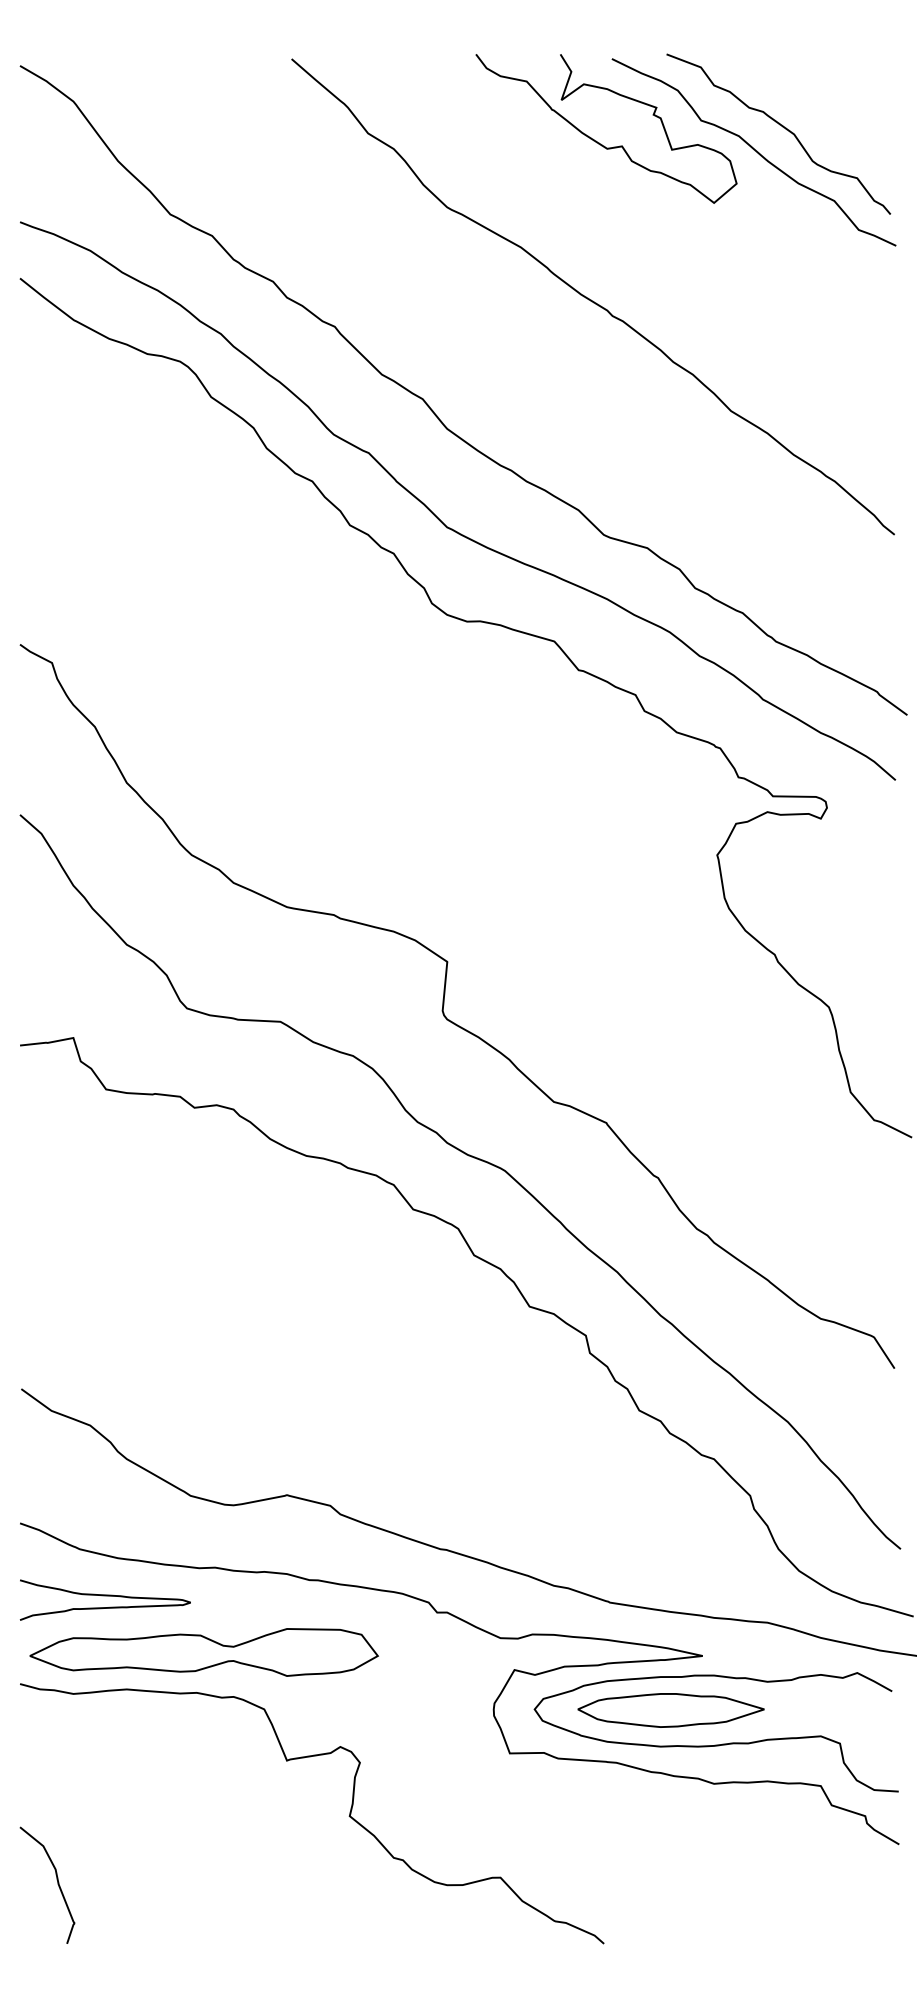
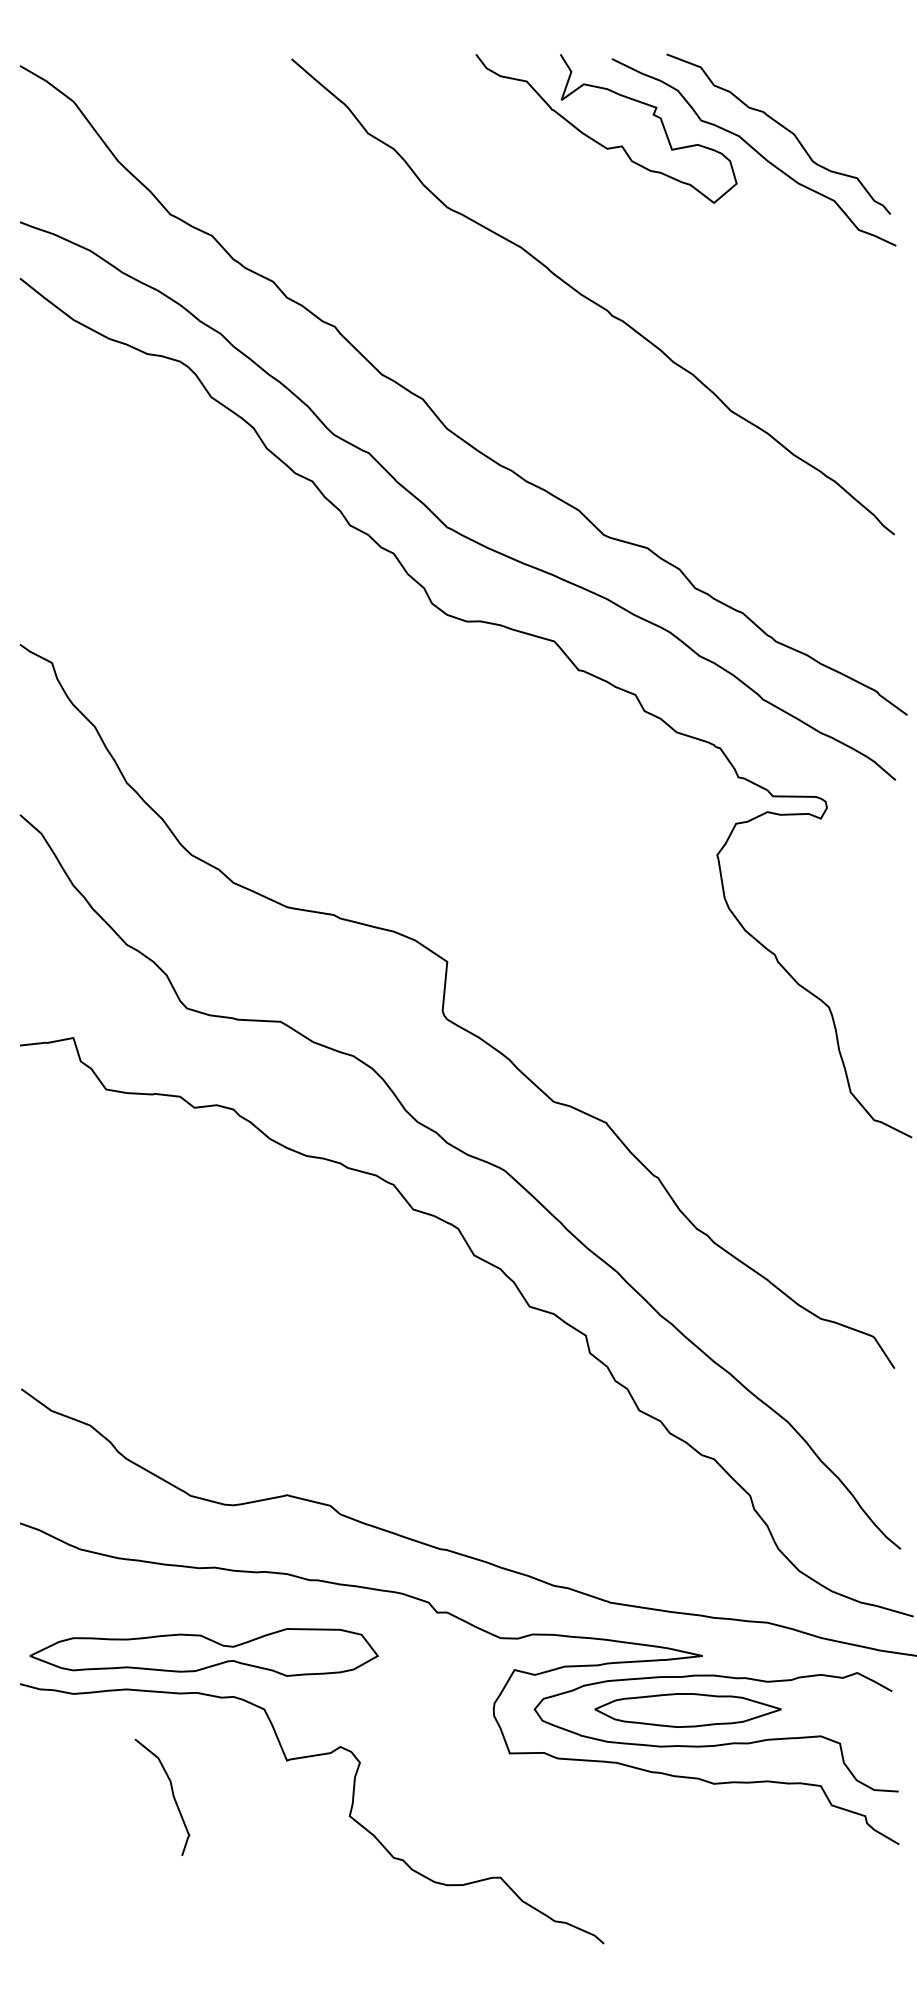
curve at (105, 1596): present -> none
part at (670, 1710) position: (670, 1710) -> (687, 1710)
curve at (57, 1884) position: (57, 1884) -> (172, 1796)
